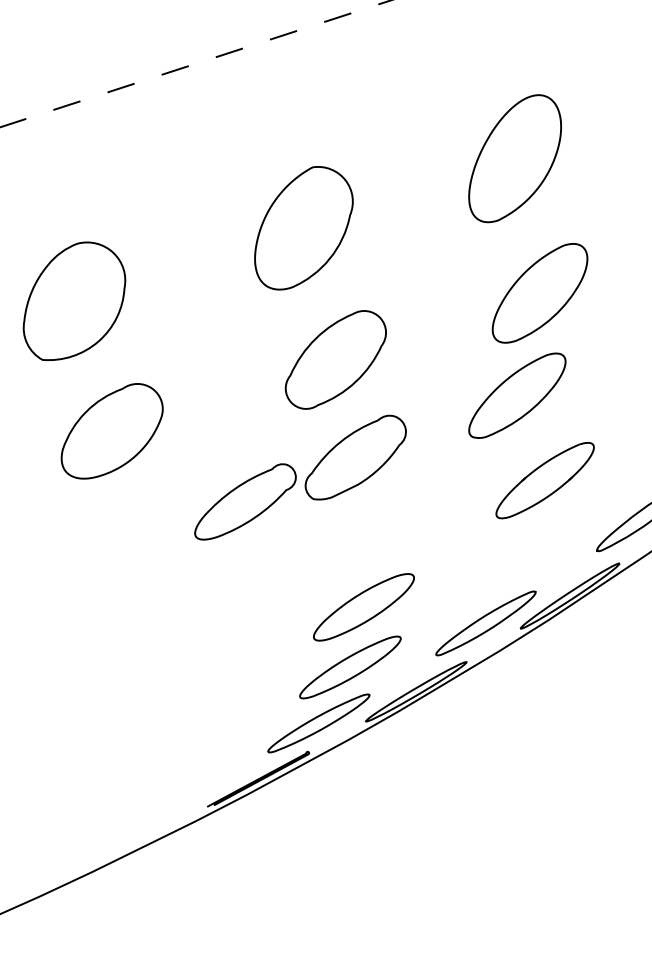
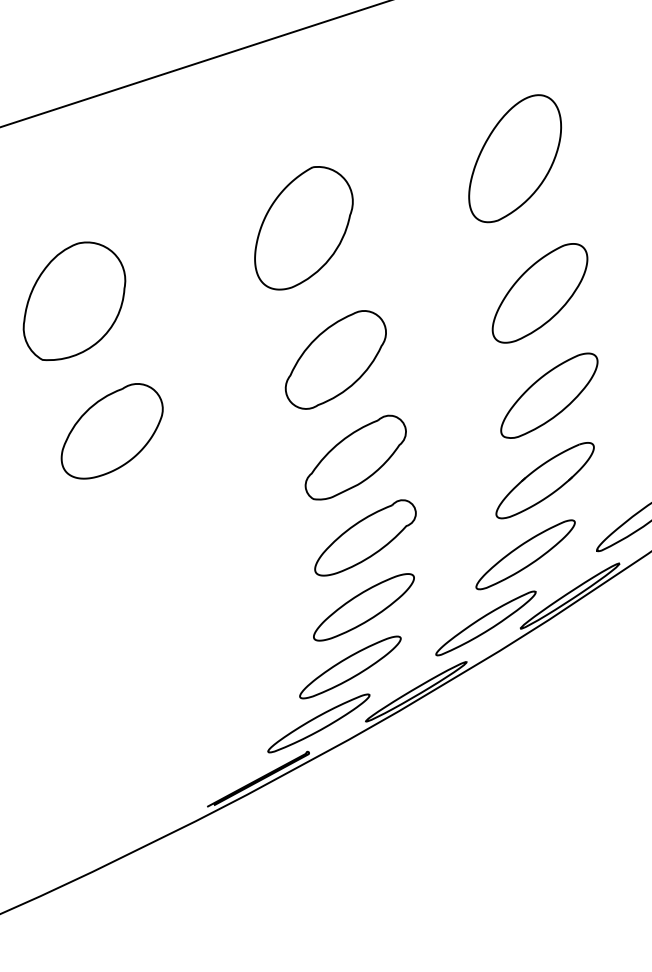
line at (195, 63): dashed -> solid
part at (517, 395) position: (517, 395) -> (549, 395)
part at (245, 501) position: (245, 501) -> (365, 537)
part at (525, 554): none -> present
